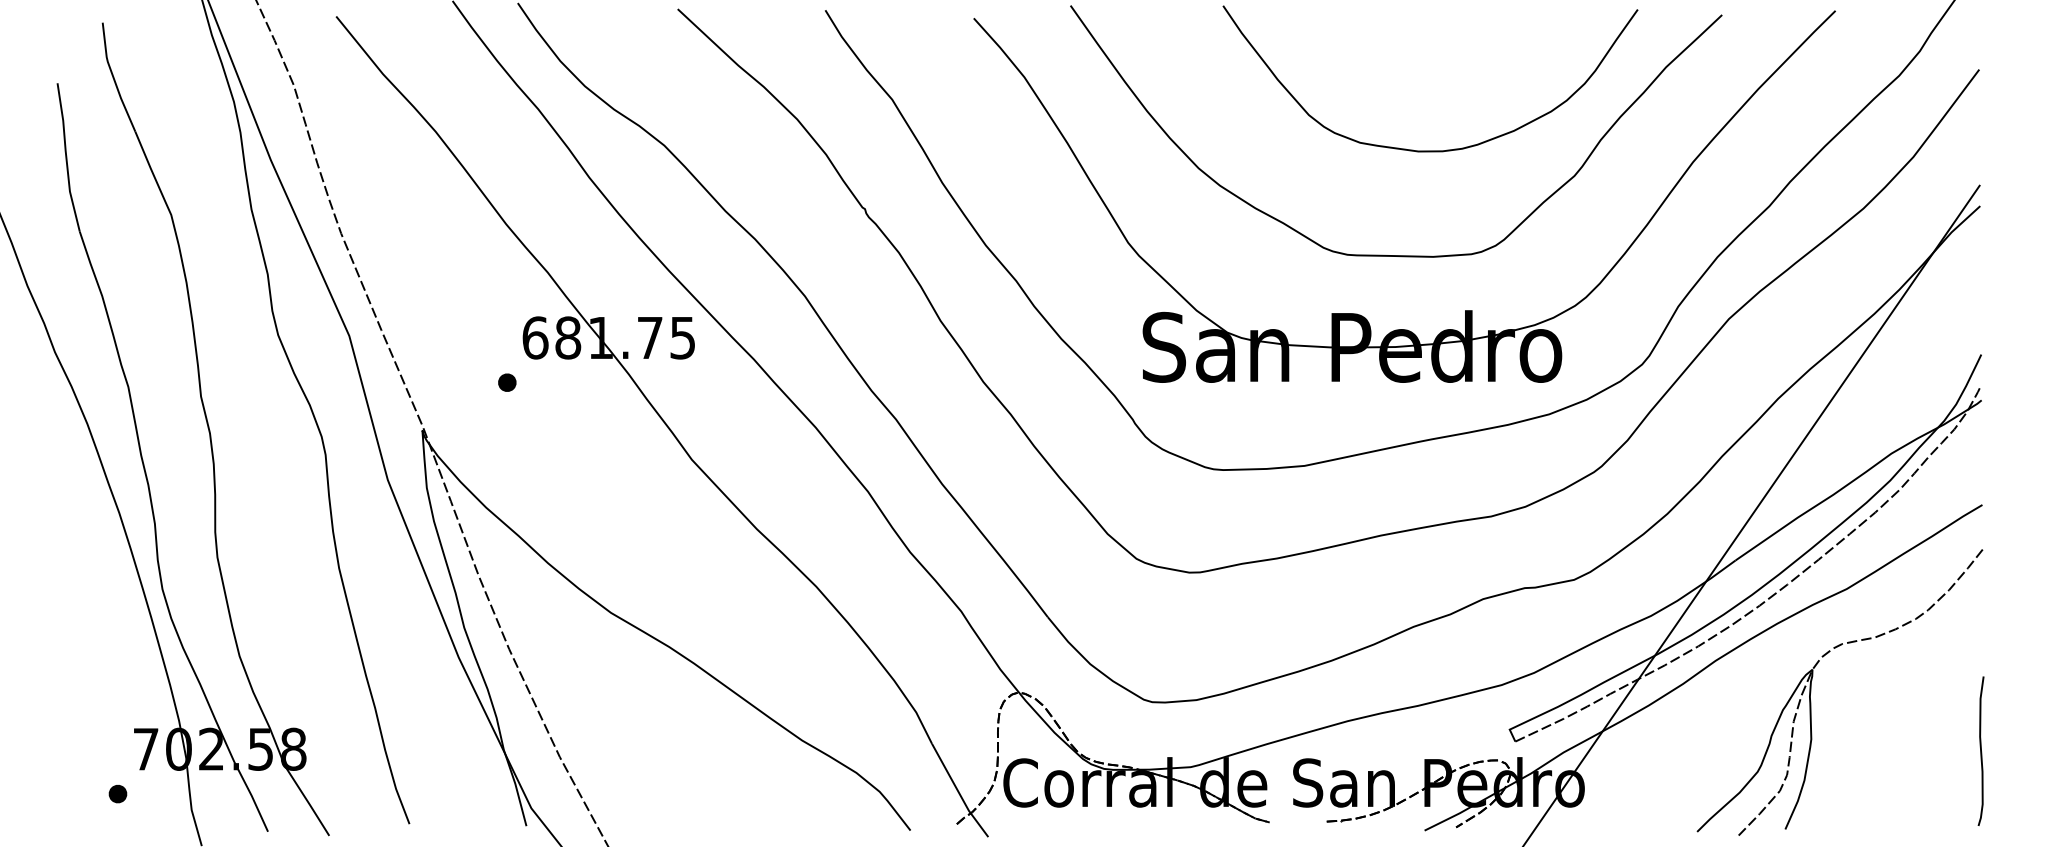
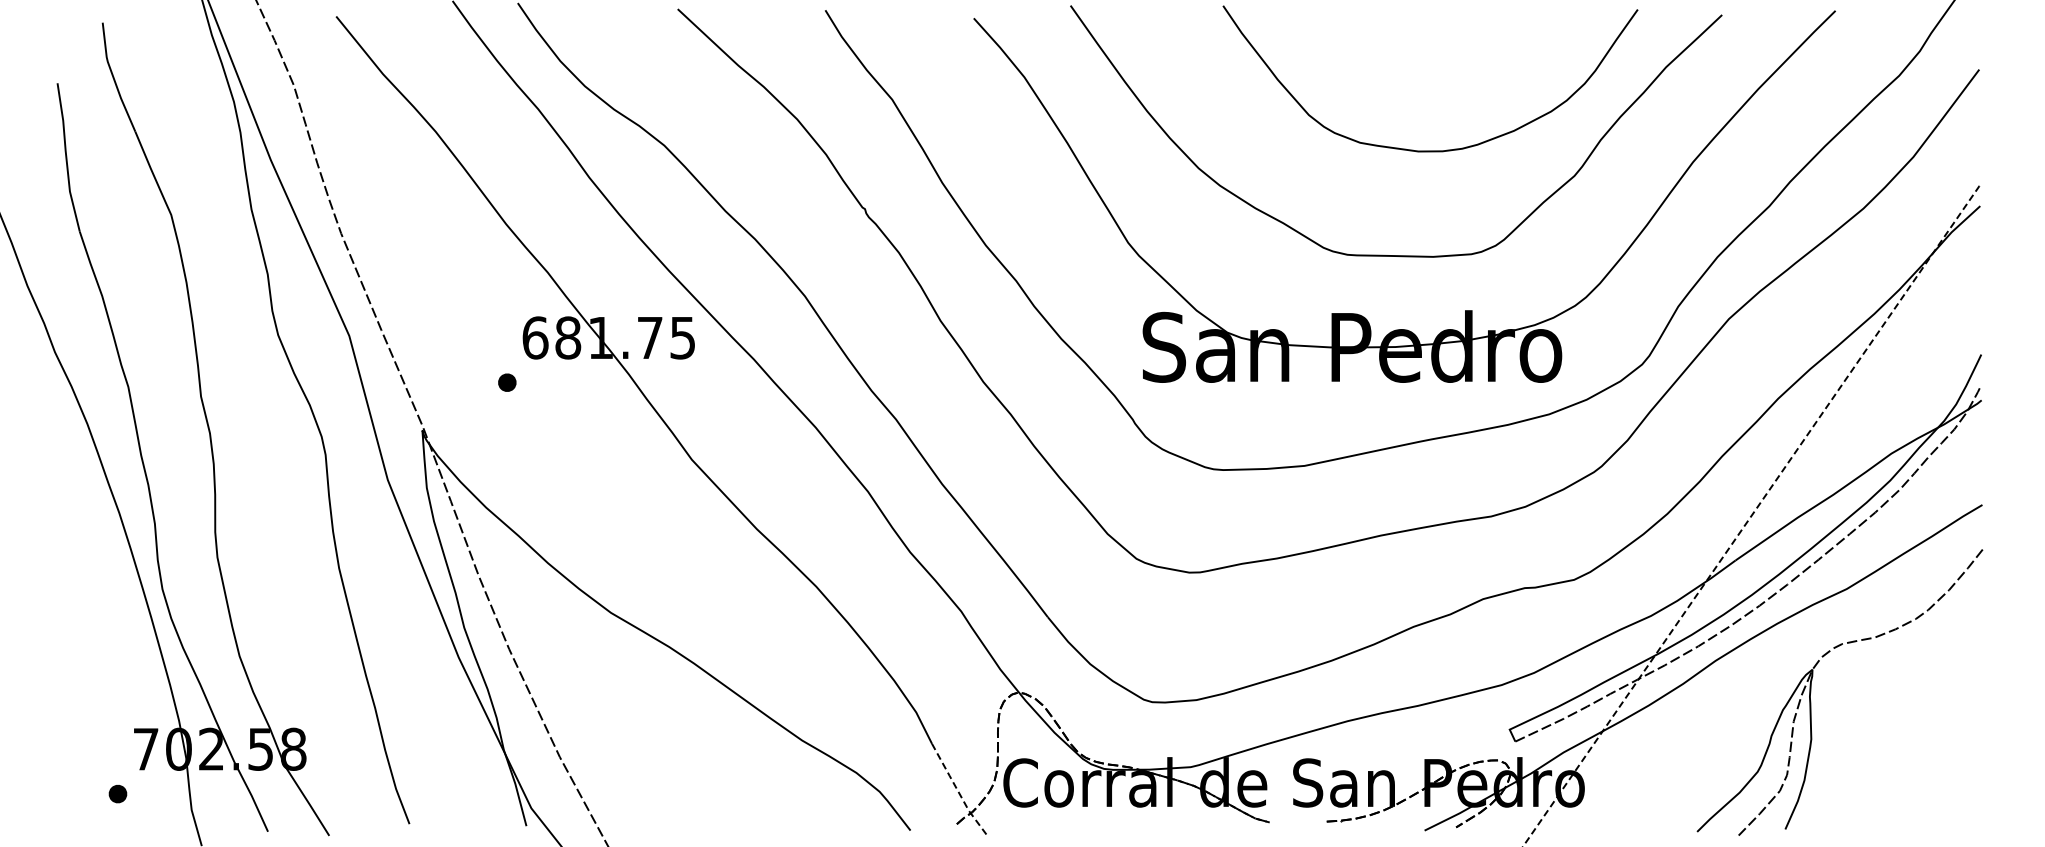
line at (1752, 514): solid -> dashed
curve at (1980, 750): present -> none
line at (958, 792): solid -> dashed
